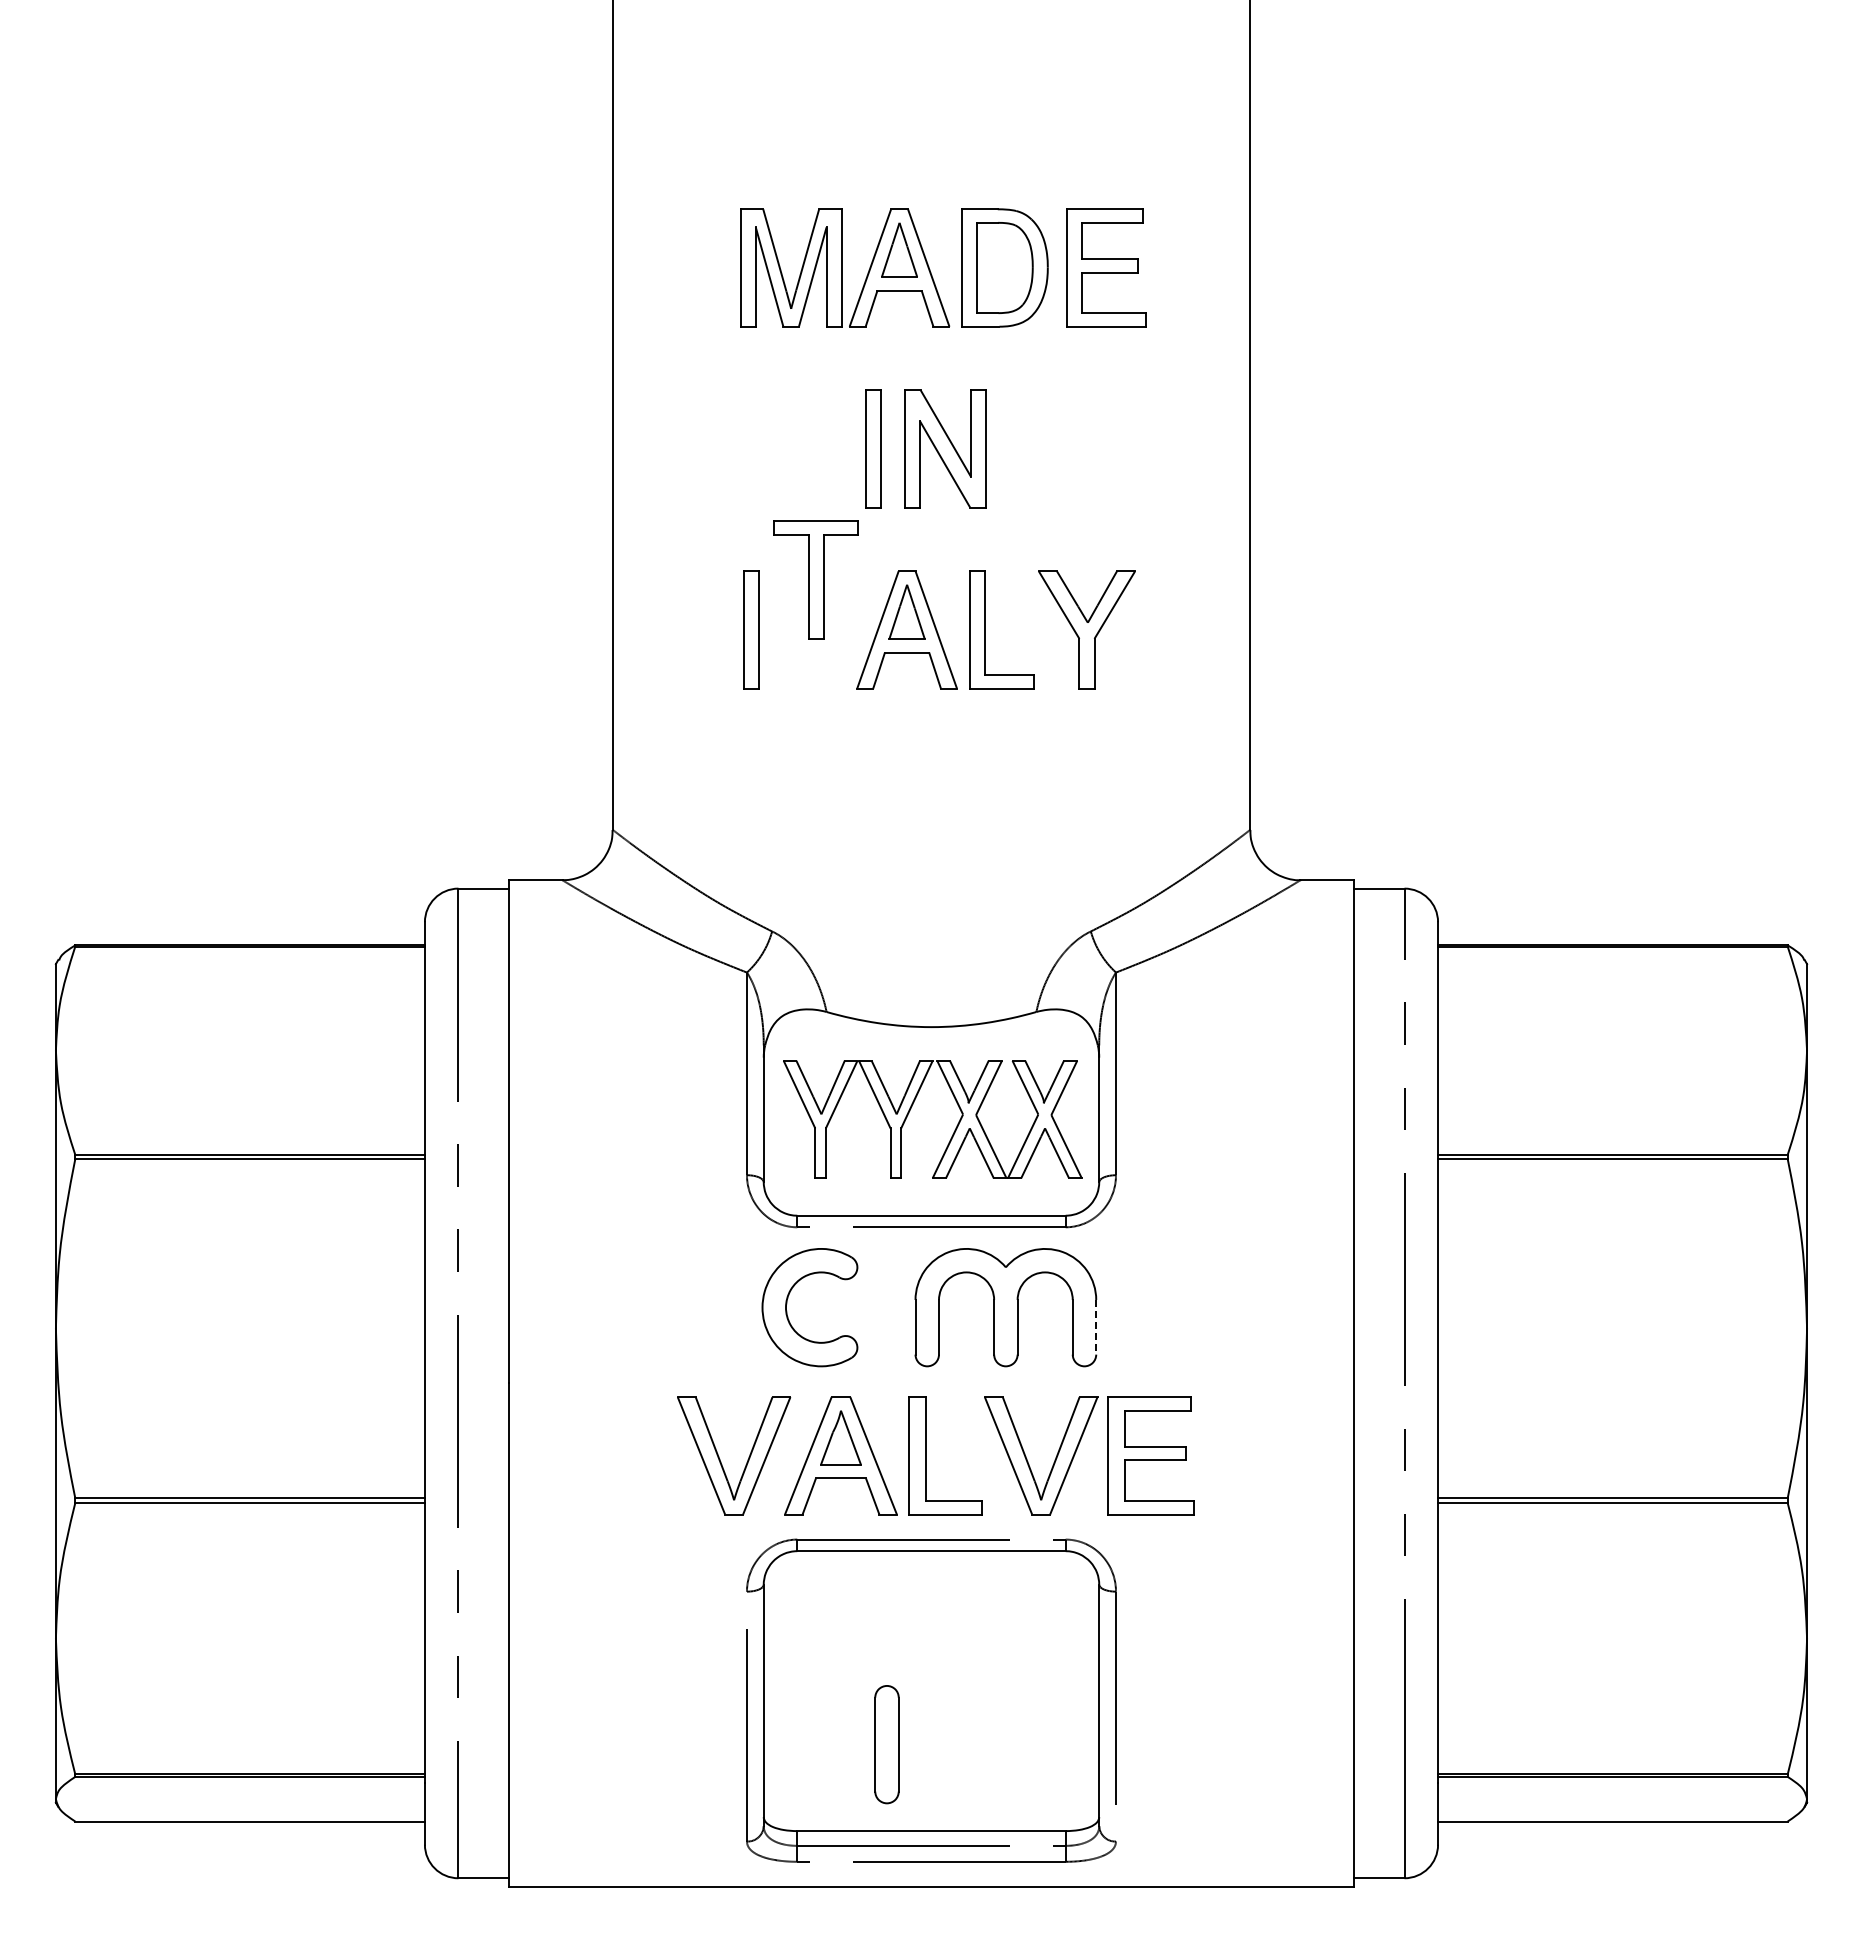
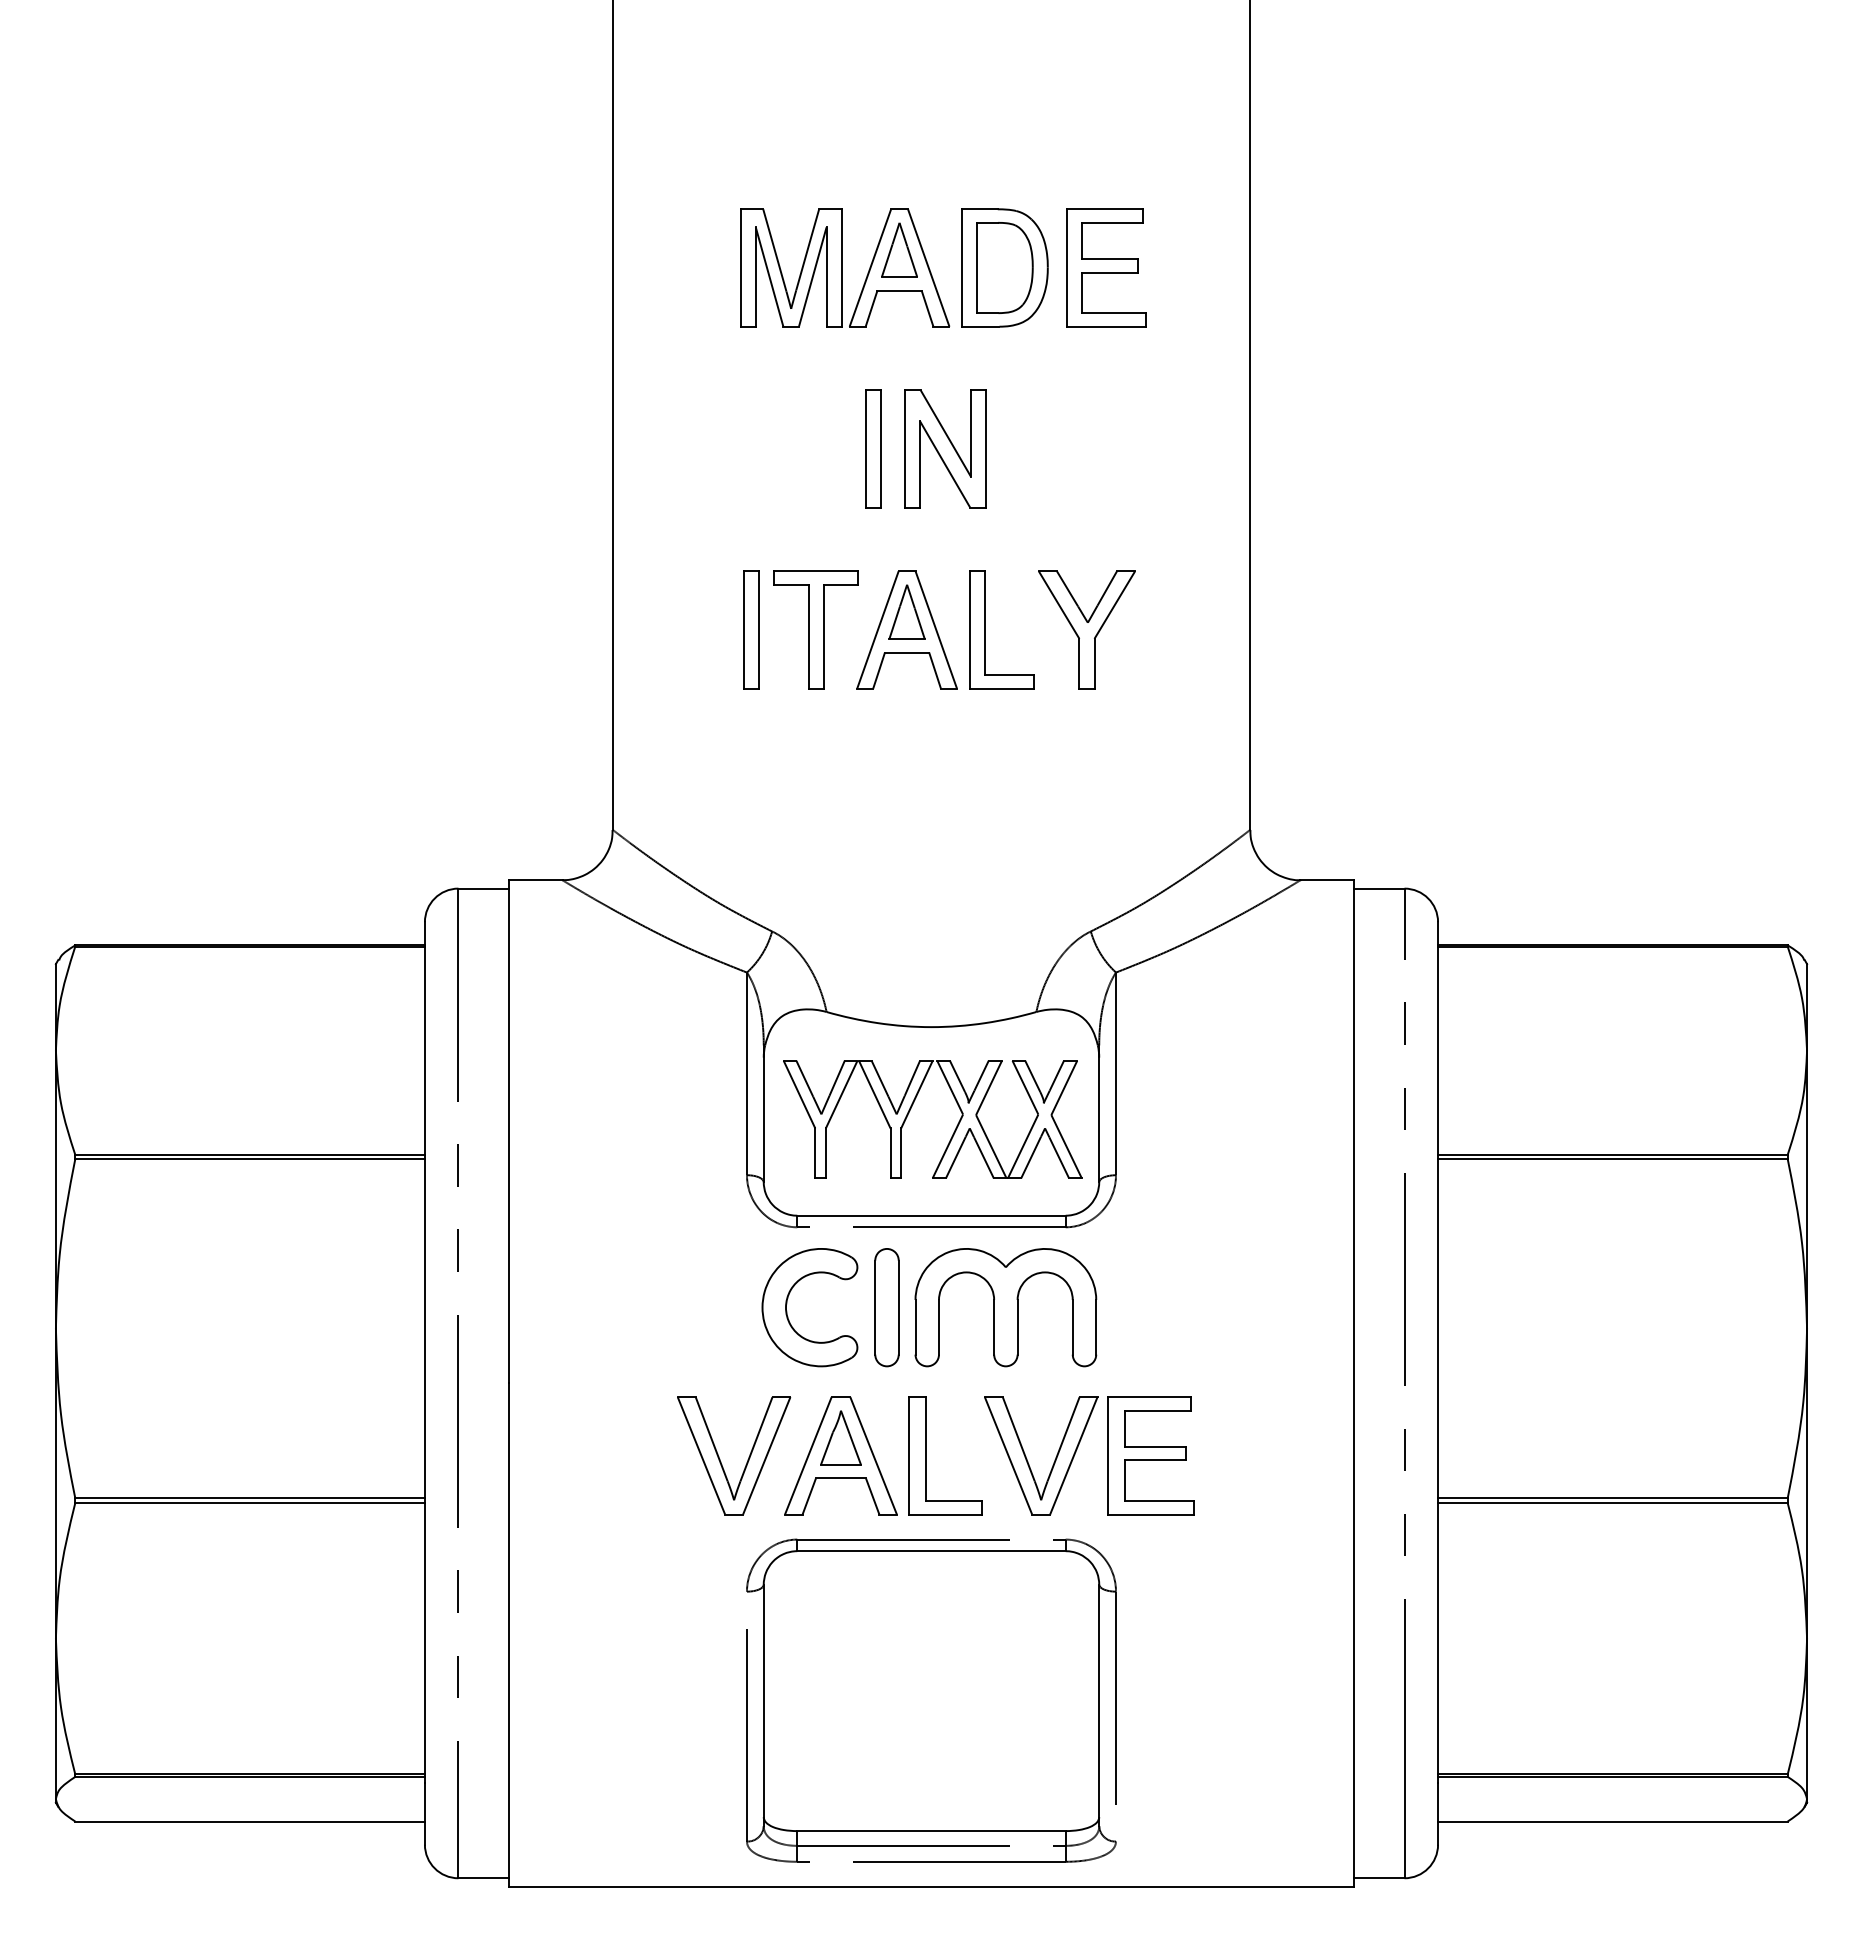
part at (815, 579) position: (815, 579) -> (815, 629)
line at (1096, 1327): dashed -> solid
part at (886, 1744) position: (886, 1744) -> (886, 1307)
